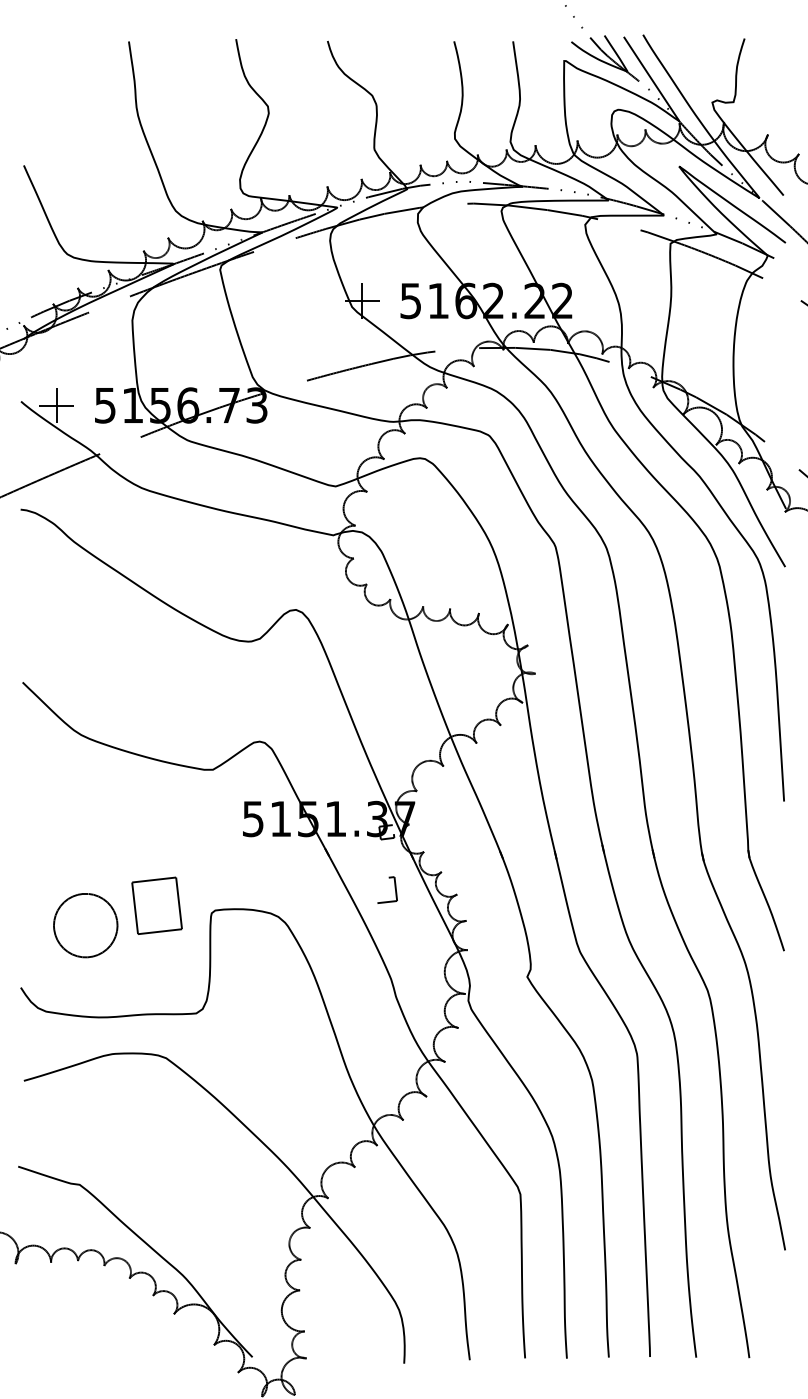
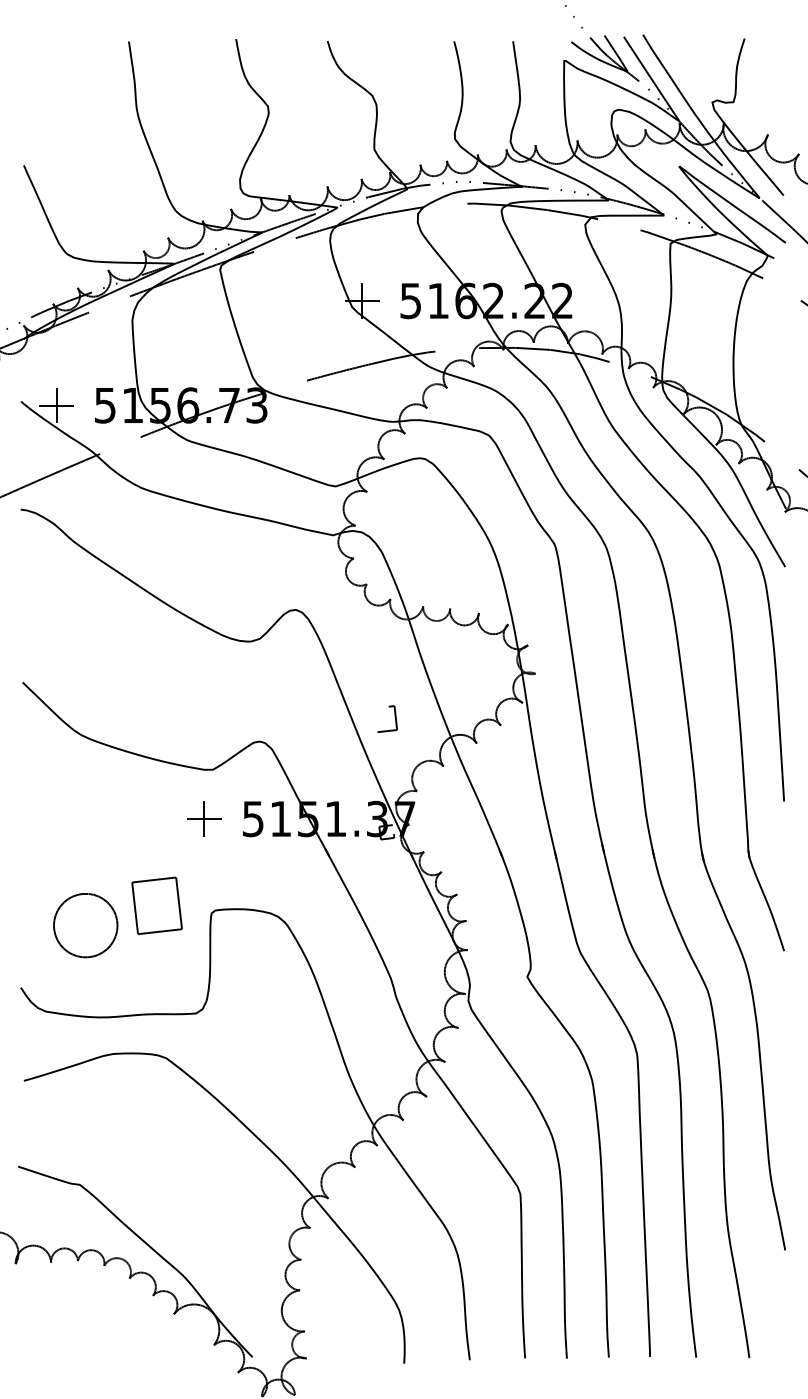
part at (204, 818): none -> present
part at (394, 888) position: (394, 888) -> (394, 717)
